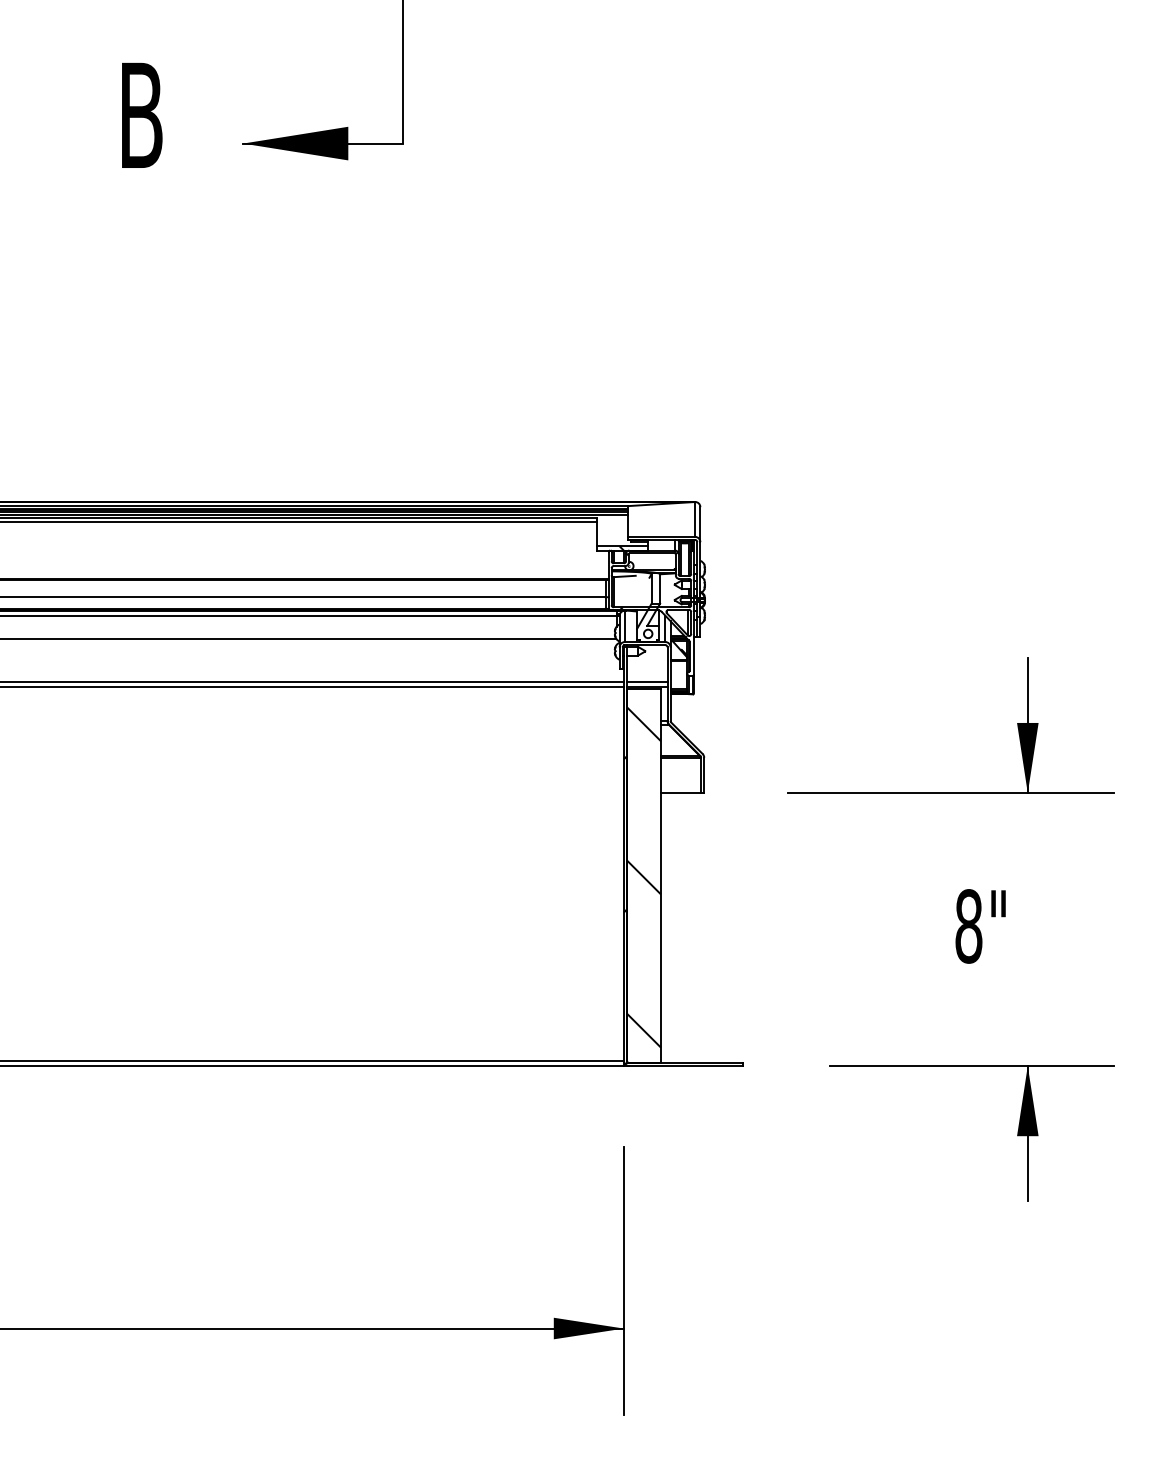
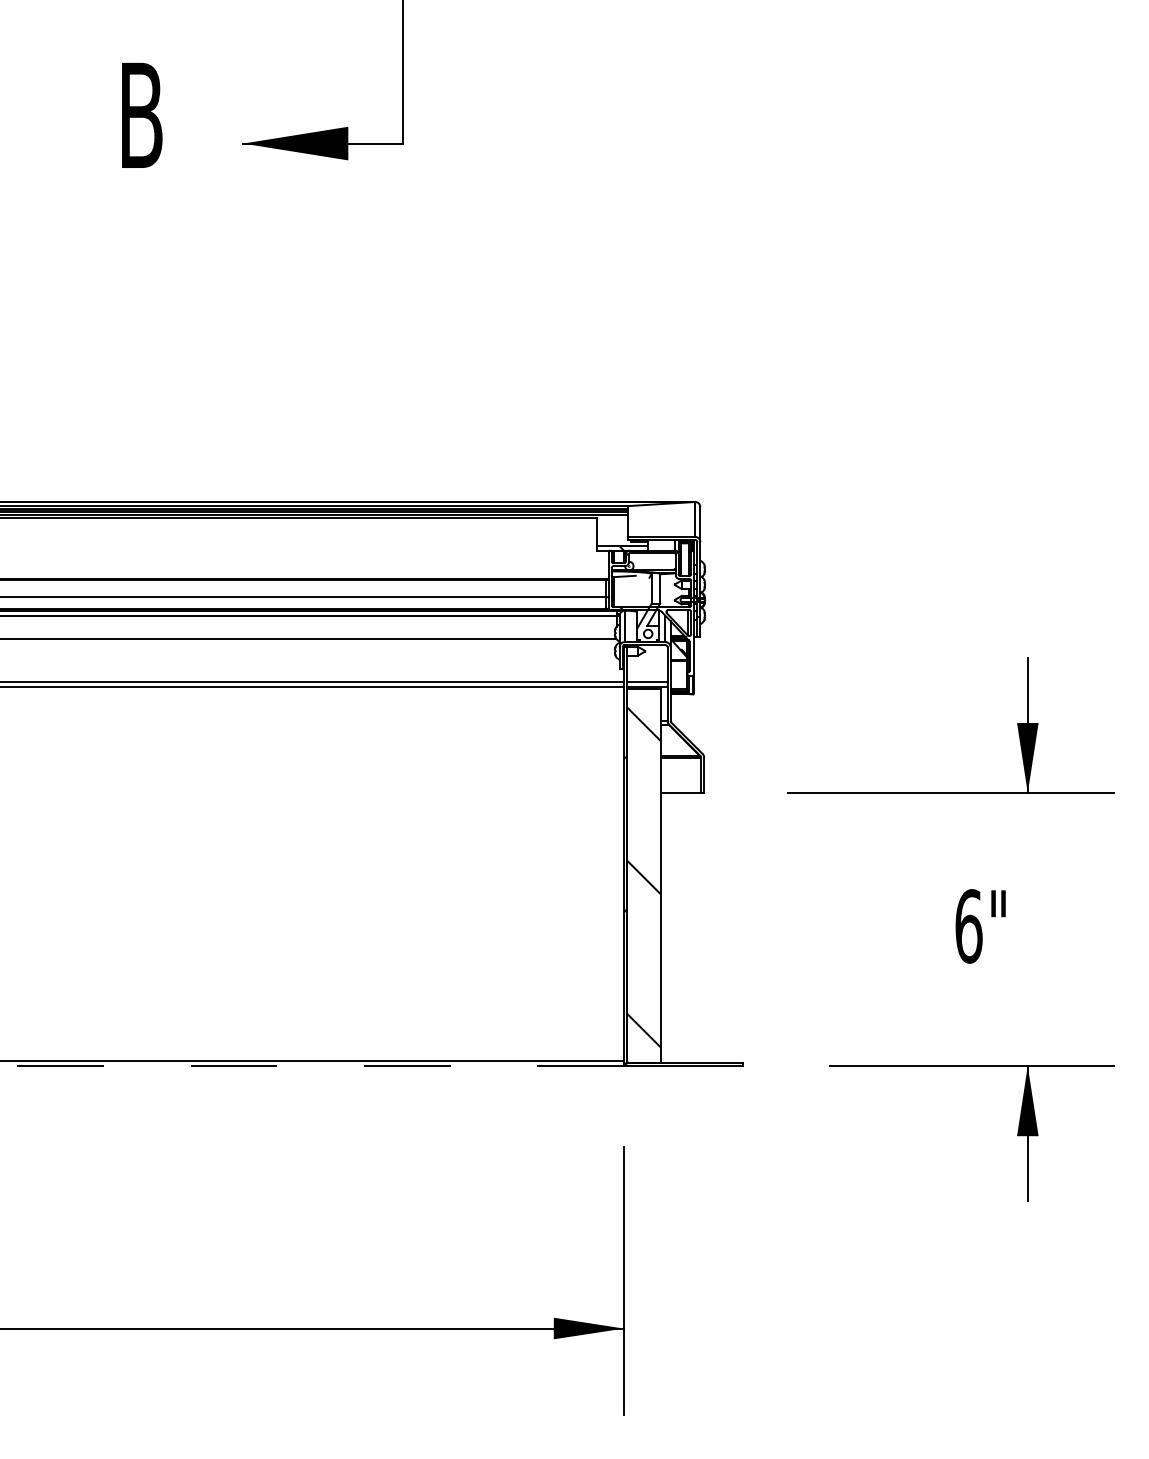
line at (299, 522): present -> none
text at (968, 926): 8" -> 6"
line at (312, 1066): solid -> dashed
